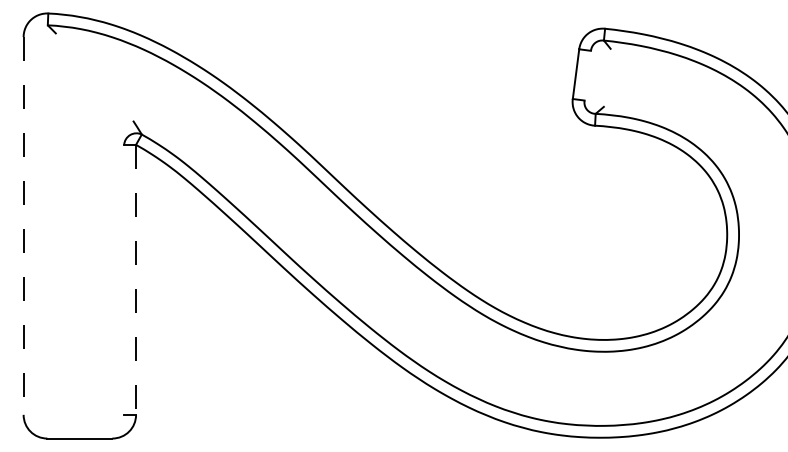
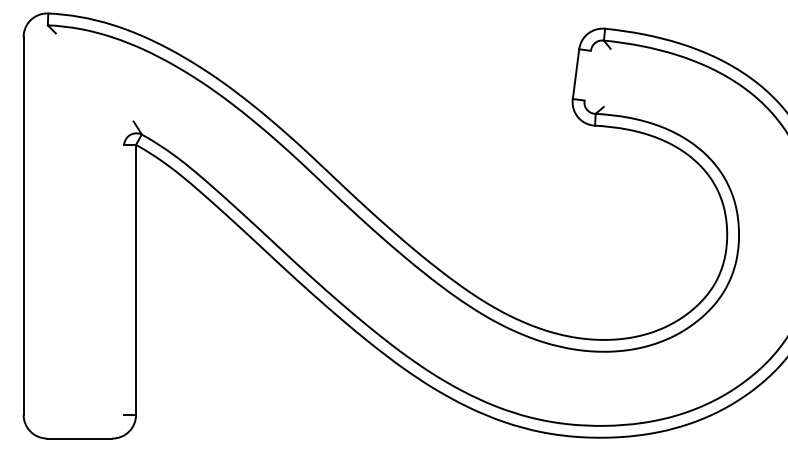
line at (23, 226): dashed -> solid
line at (136, 279): dashed -> solid
